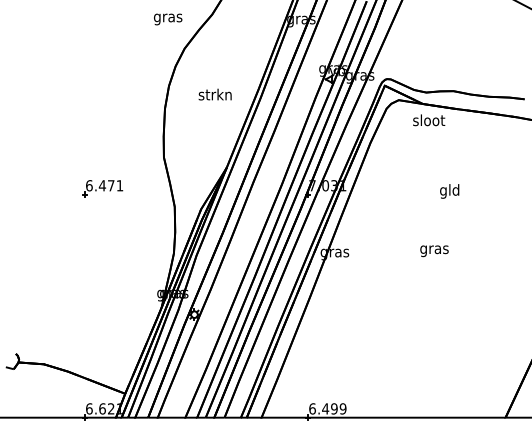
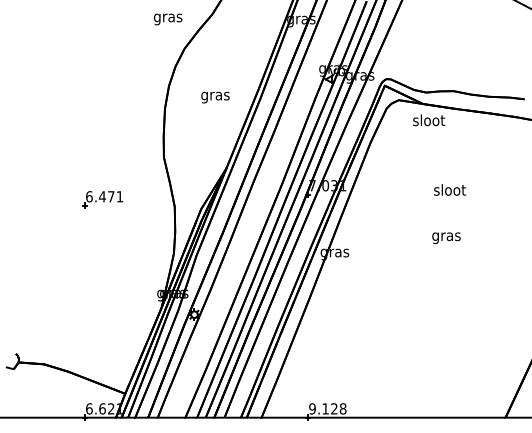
text at (214, 95): strkn -> gras
part at (102, 188) position: (102, 188) -> (102, 199)
text at (450, 191): gld -> sloot
text at (434, 251) position: (434, 251) -> (446, 238)
text at (327, 408): 6.499 -> 9.128
